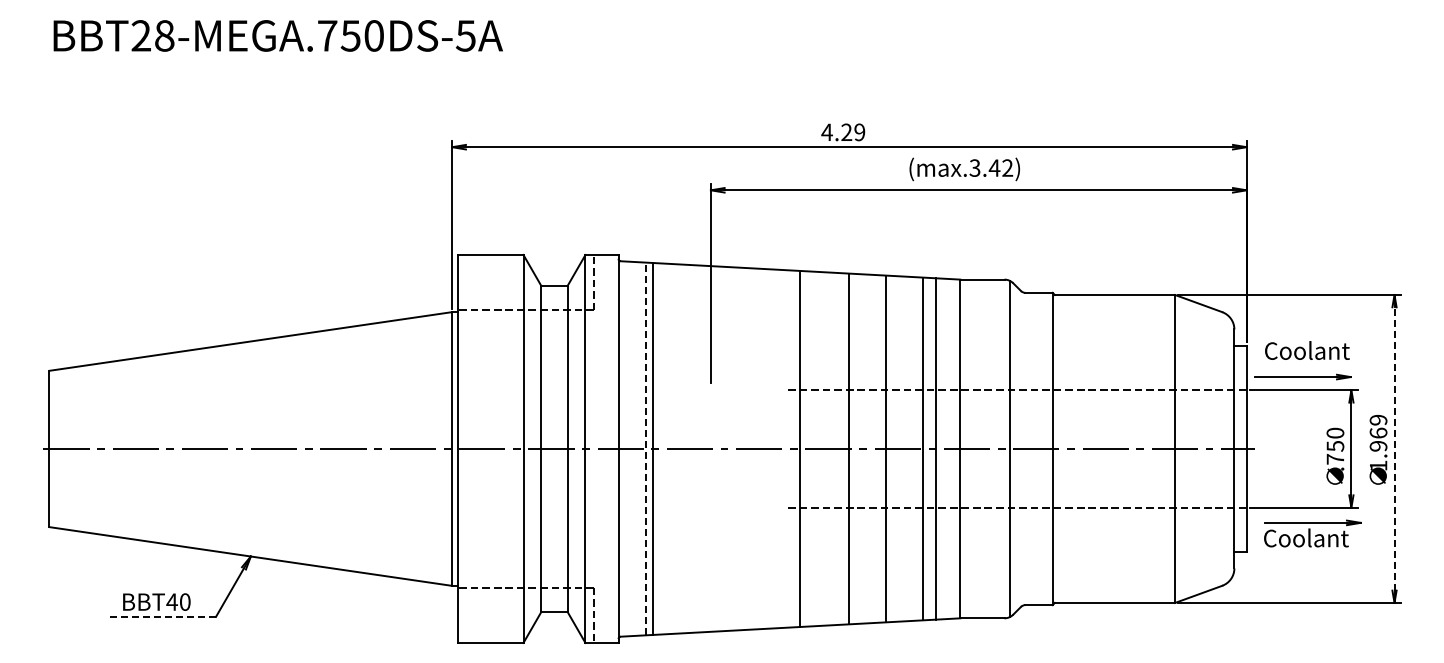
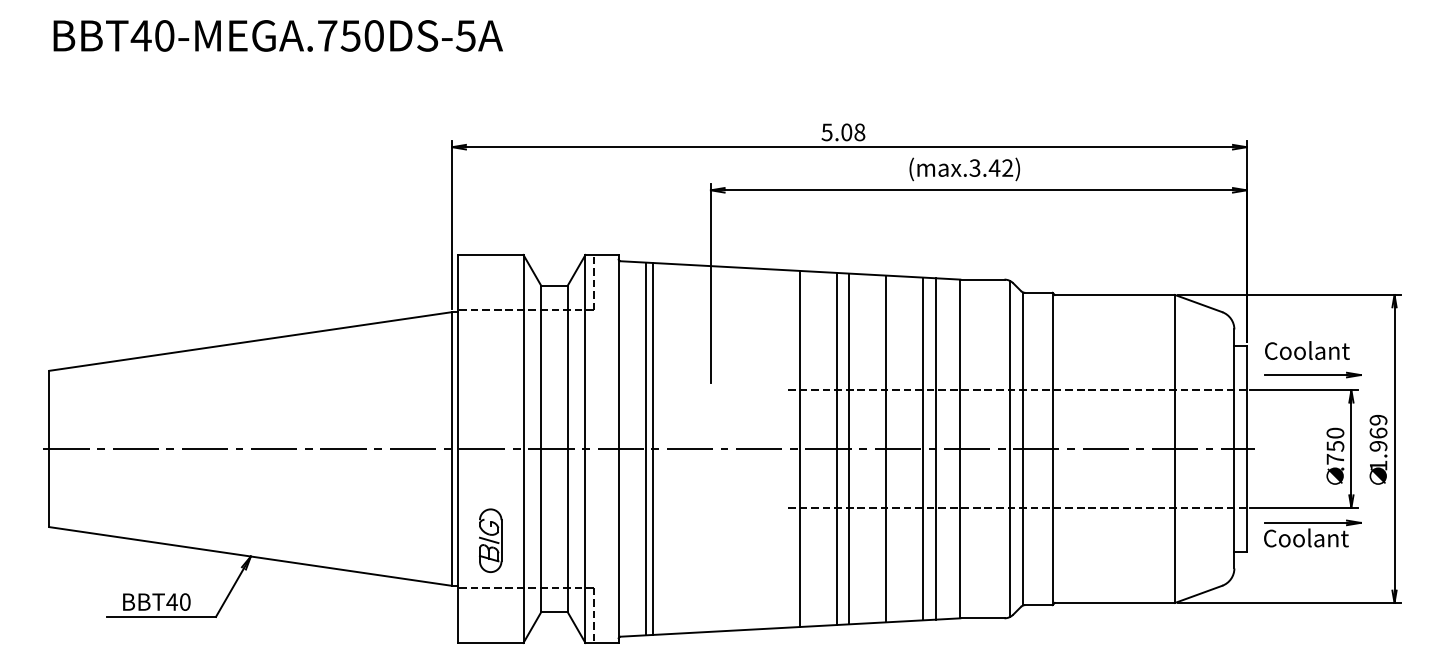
text at (152, 35): BBT28-MEGA.750DS-5A -> BBT40-MEGA.750DS-5A
text at (843, 132): 4.29 -> 5.08
part at (1302, 376) position: (1302, 376) -> (1312, 374)
line at (645, 448): dashed -> solid
line at (837, 448): none -> present
line at (1022, 448): none -> present
line at (1394, 448): dashed -> solid
part at (490, 540): none -> present
line at (161, 616): dashed -> solid
